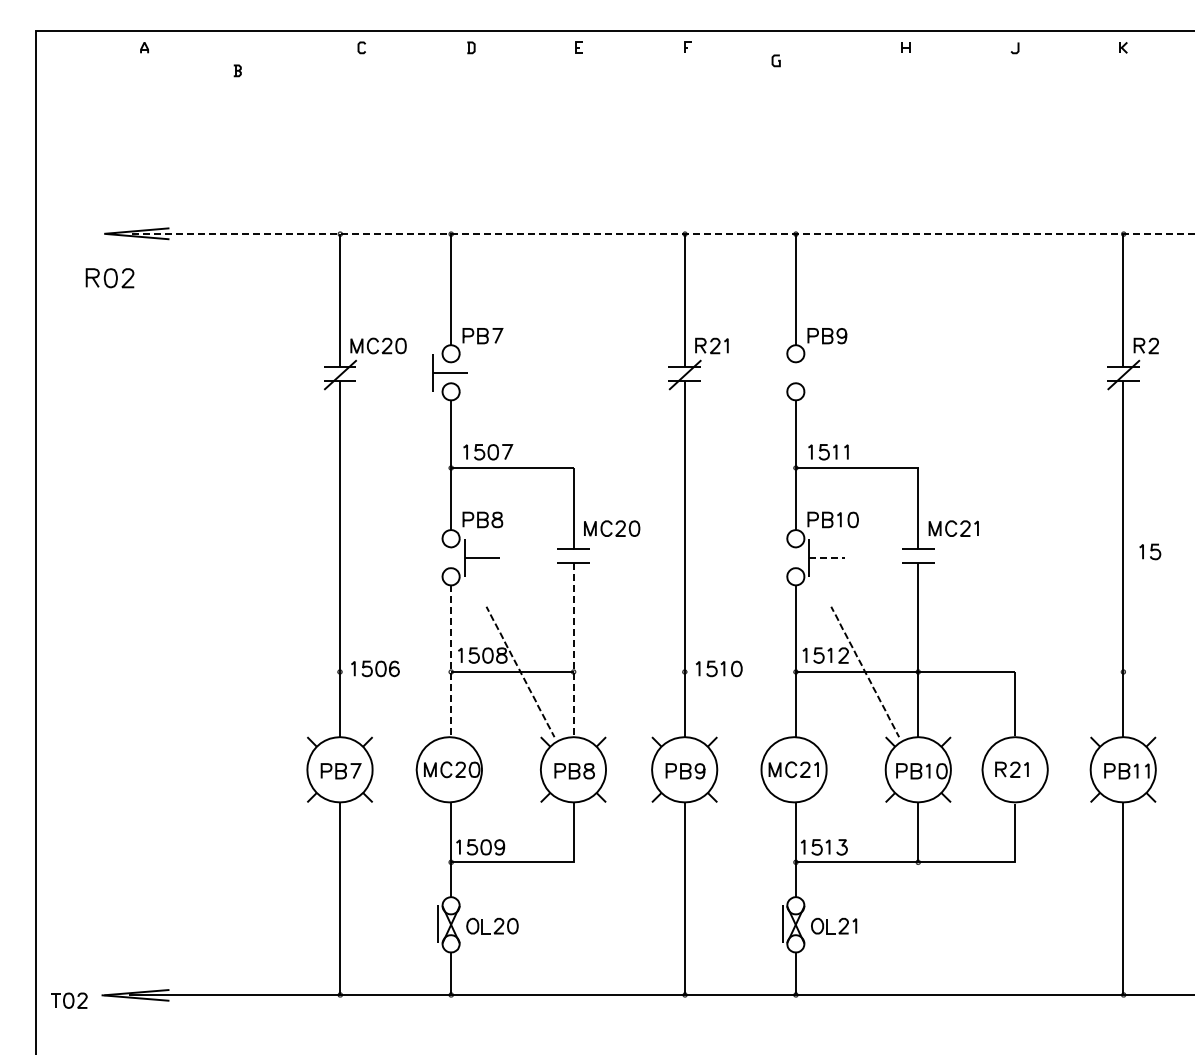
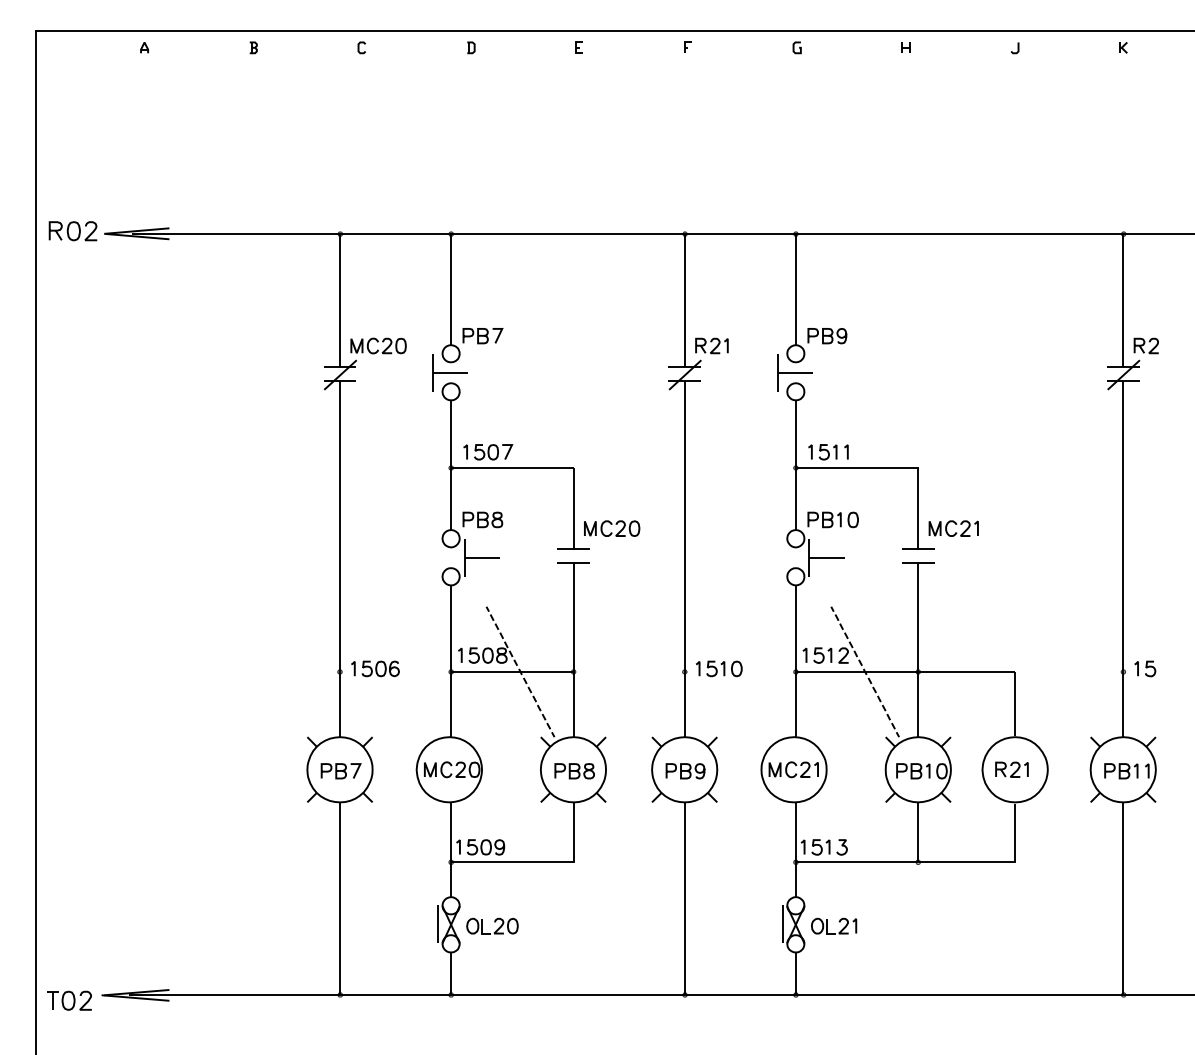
curve at (773, 60) position: (773, 60) -> (794, 47)
part at (237, 70) position: (237, 70) -> (253, 47)
line at (663, 233): dashed -> solid
part at (109, 278) position: (109, 278) -> (72, 231)
part at (794, 372): none -> present
part at (1150, 551) position: (1150, 551) -> (1145, 668)
line at (827, 557): dashed -> solid
line at (573, 650): dashed -> solid
line at (451, 661): dashed -> solid
part at (69, 1000) size: 37x17 px -> 45x21 px
